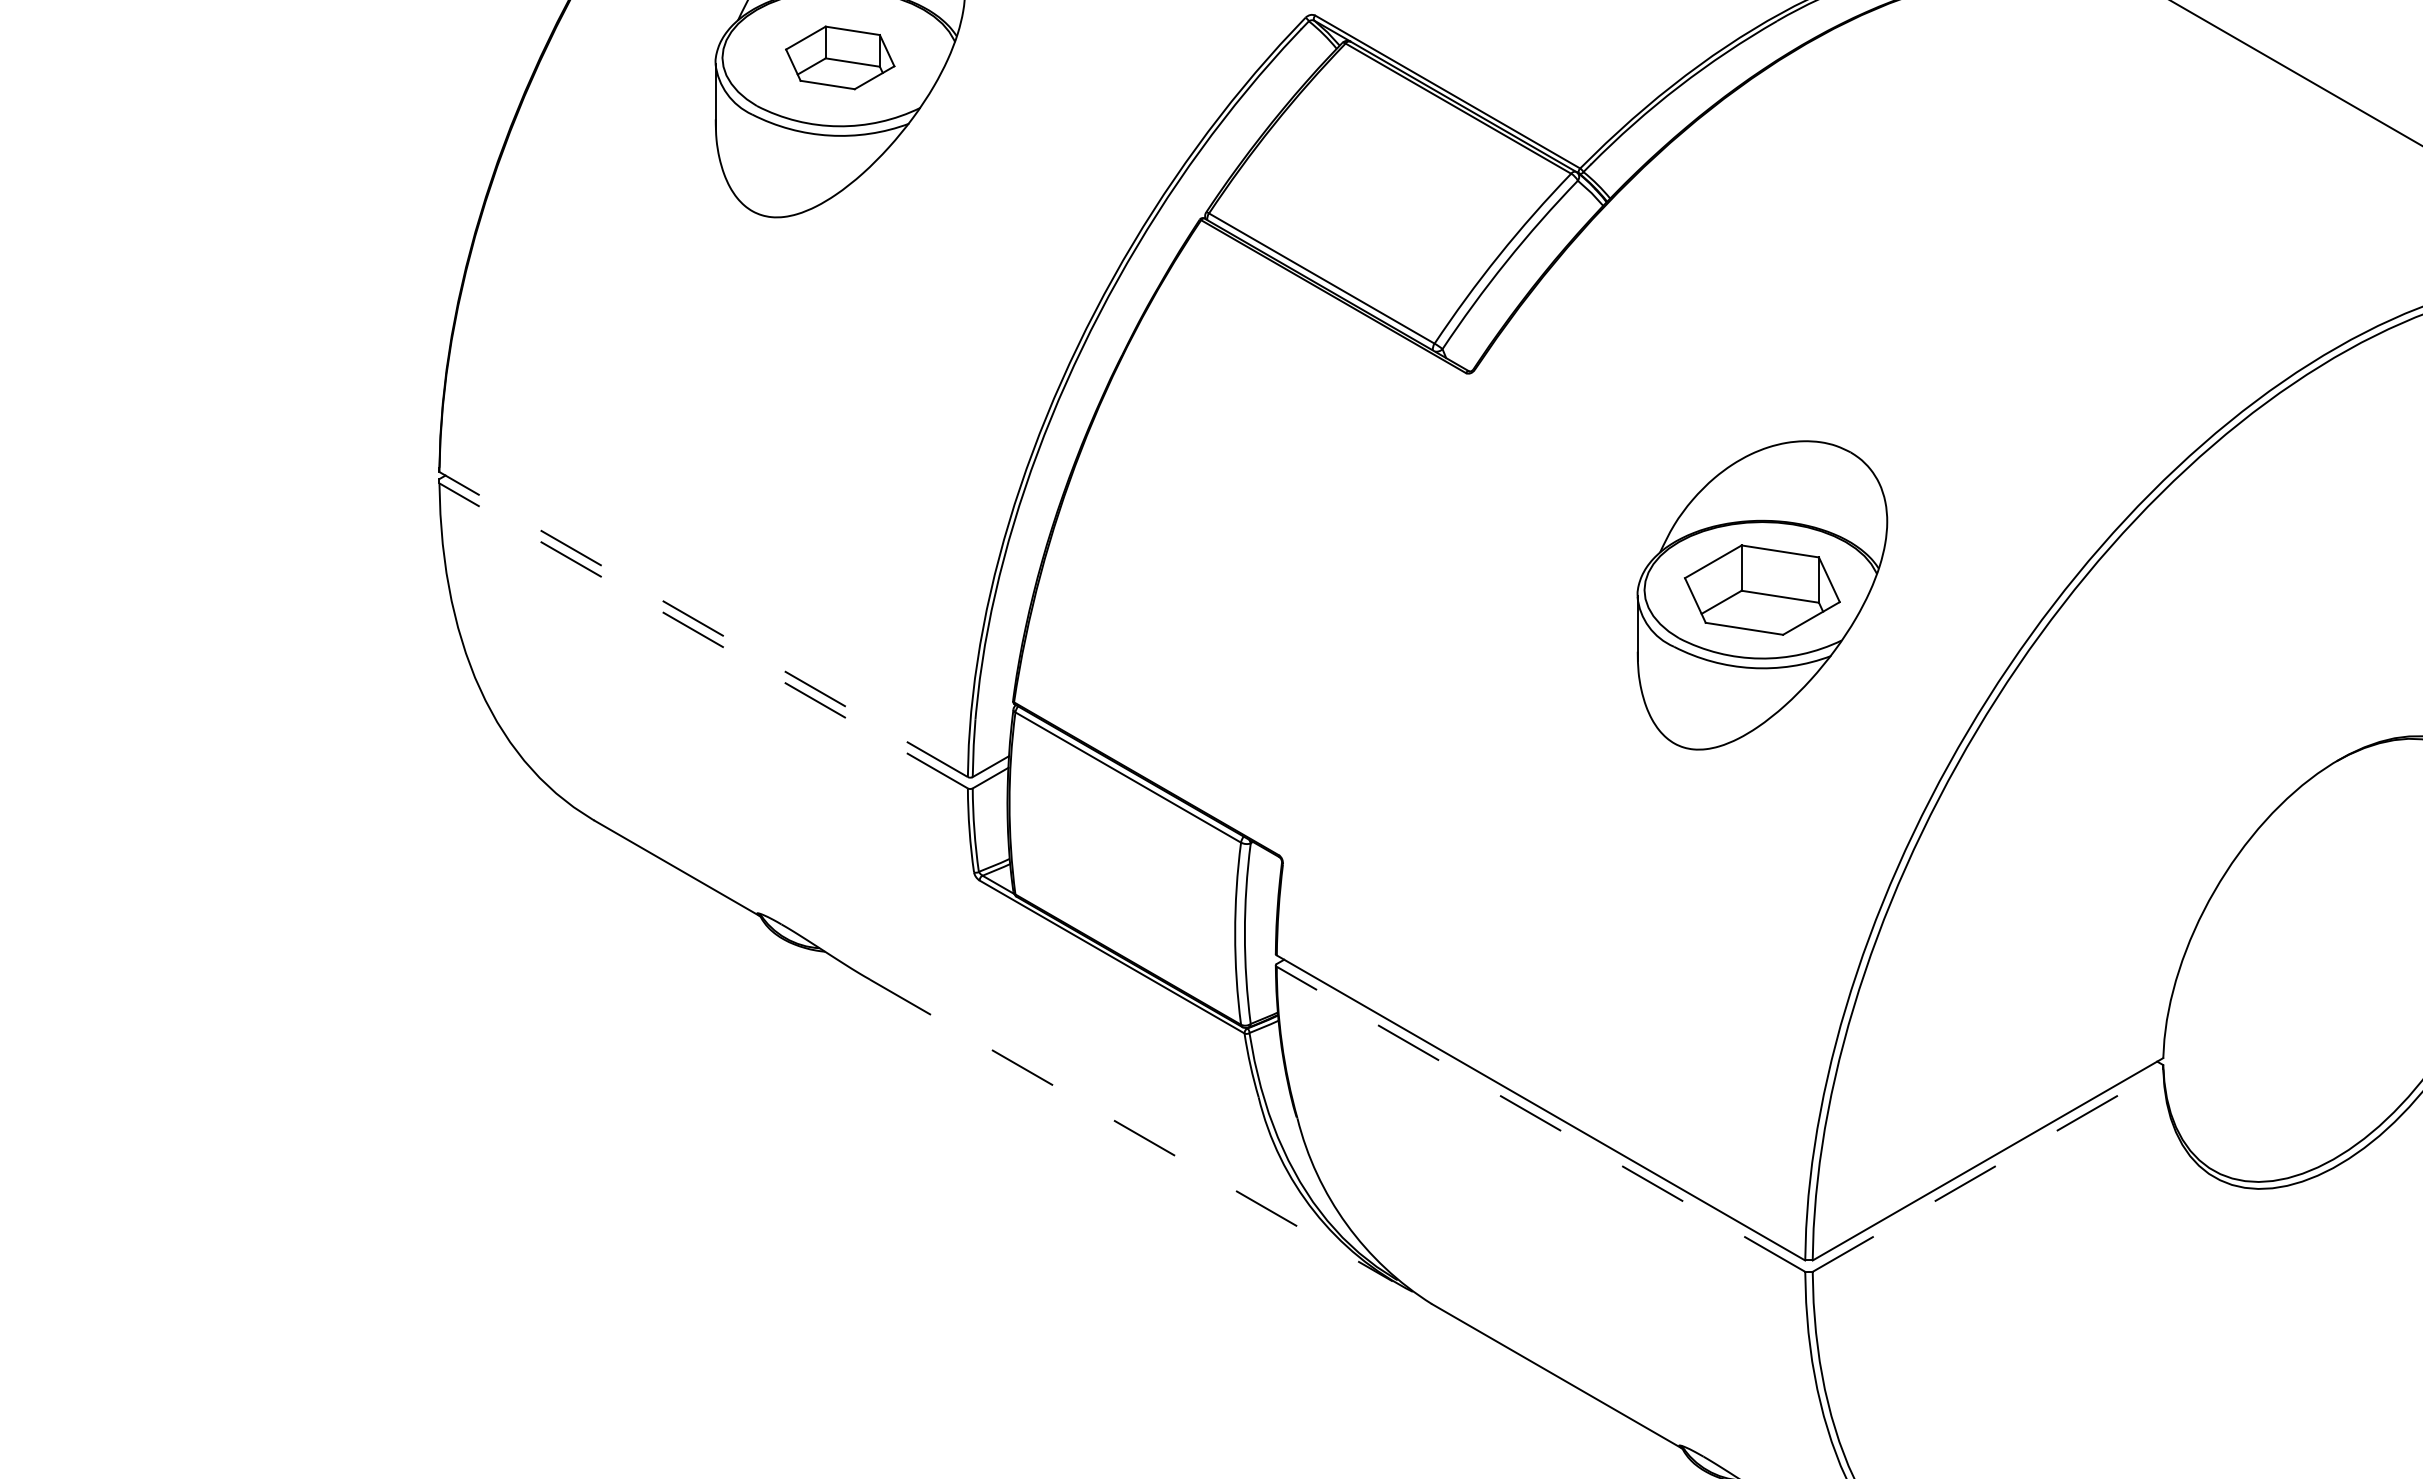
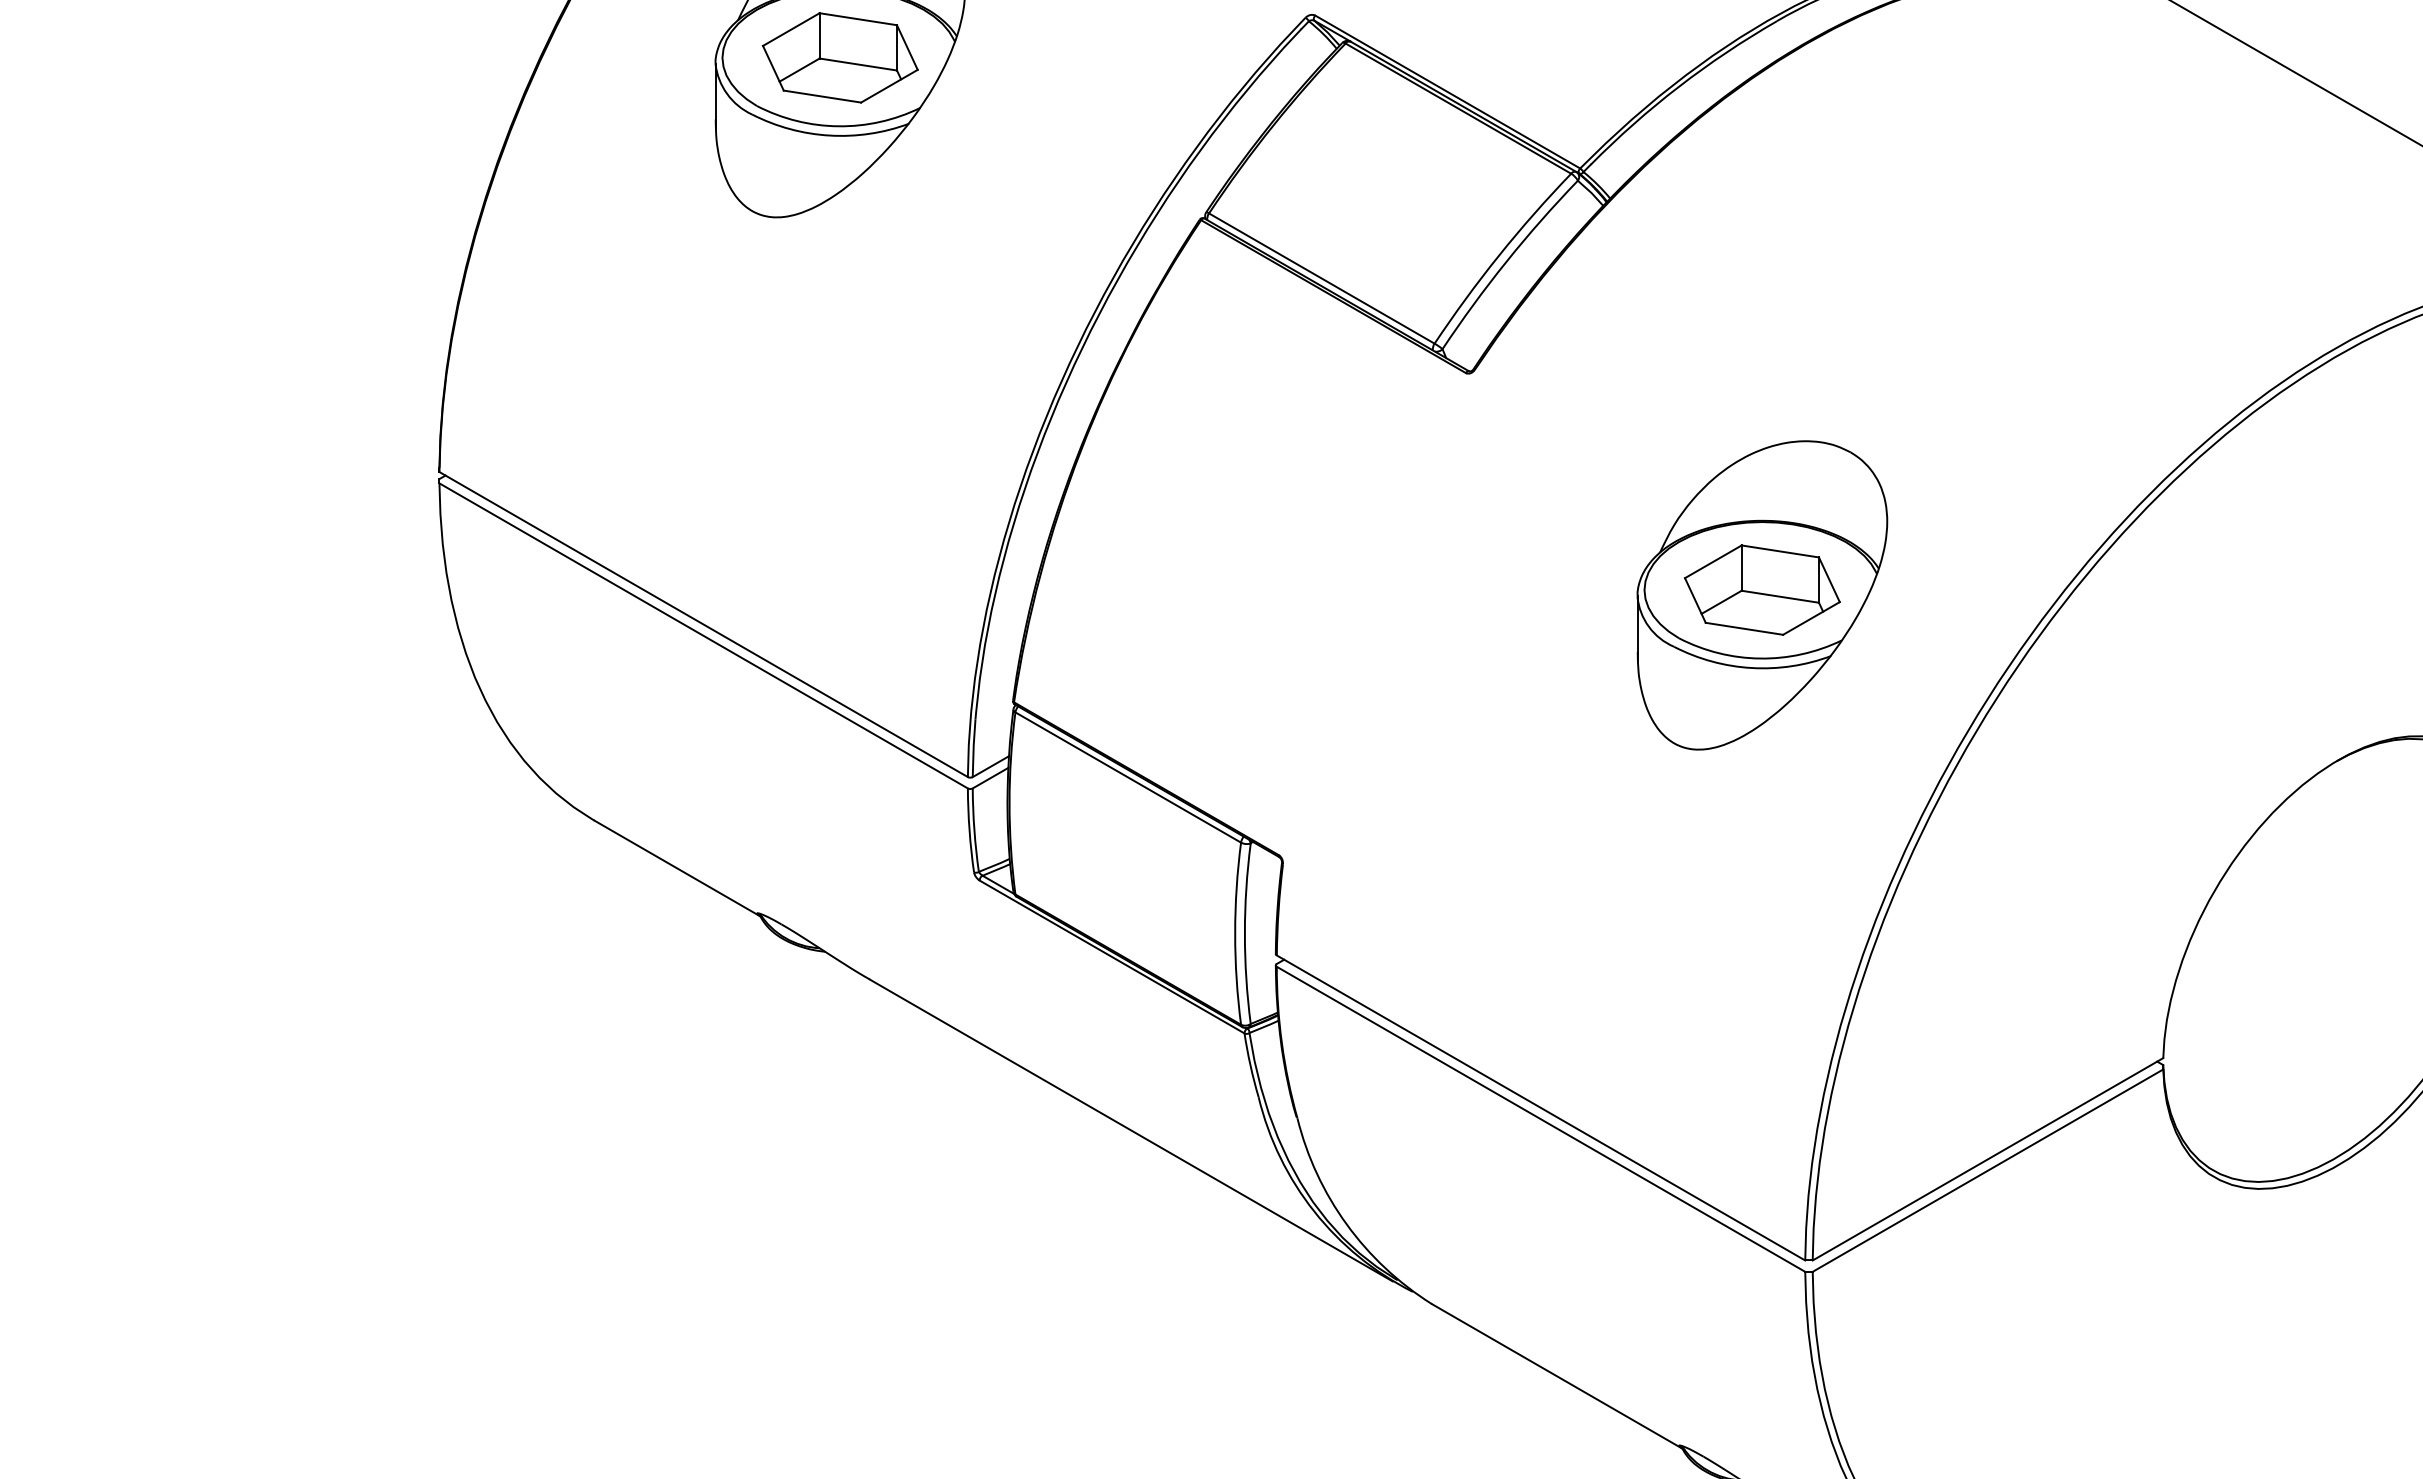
part at (840, 57) size: 111x66 px -> 158x92 px
line at (703, 624): dashed -> solid
line at (703, 635): dashed -> solid
line at (1540, 1119): dashed -> solid
line at (1131, 1130): dashed -> solid
line at (1988, 1170): dashed -> solid
